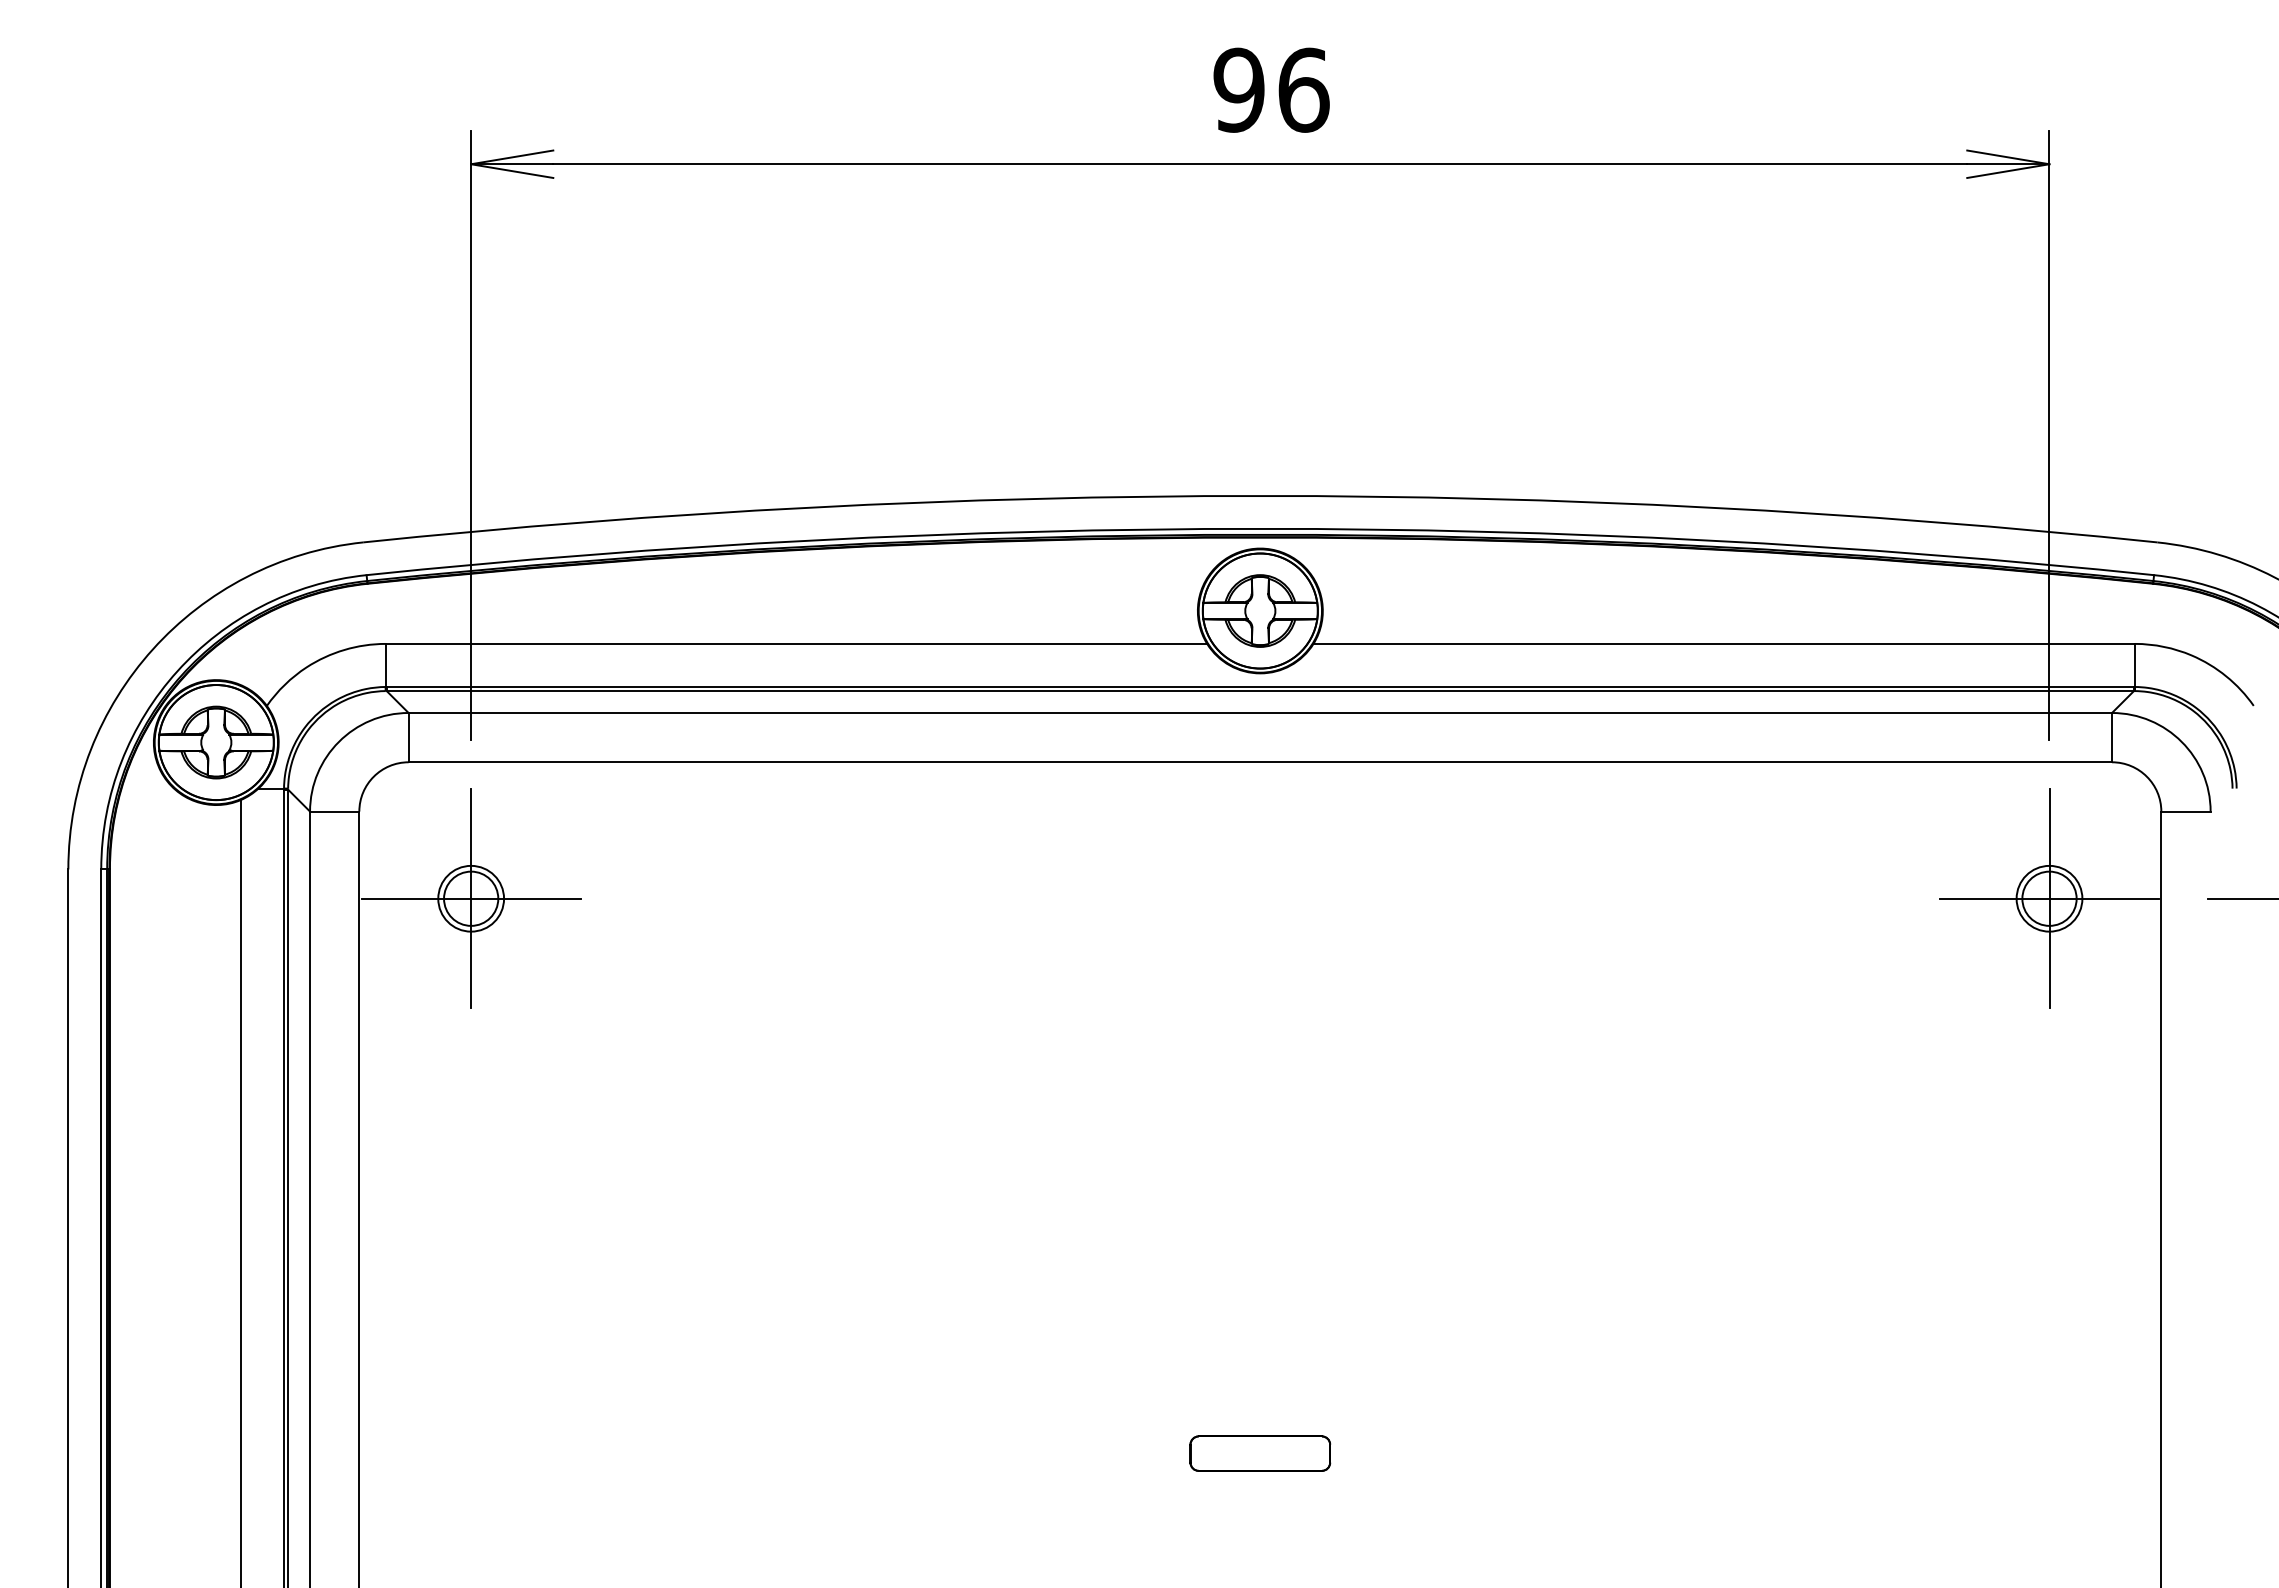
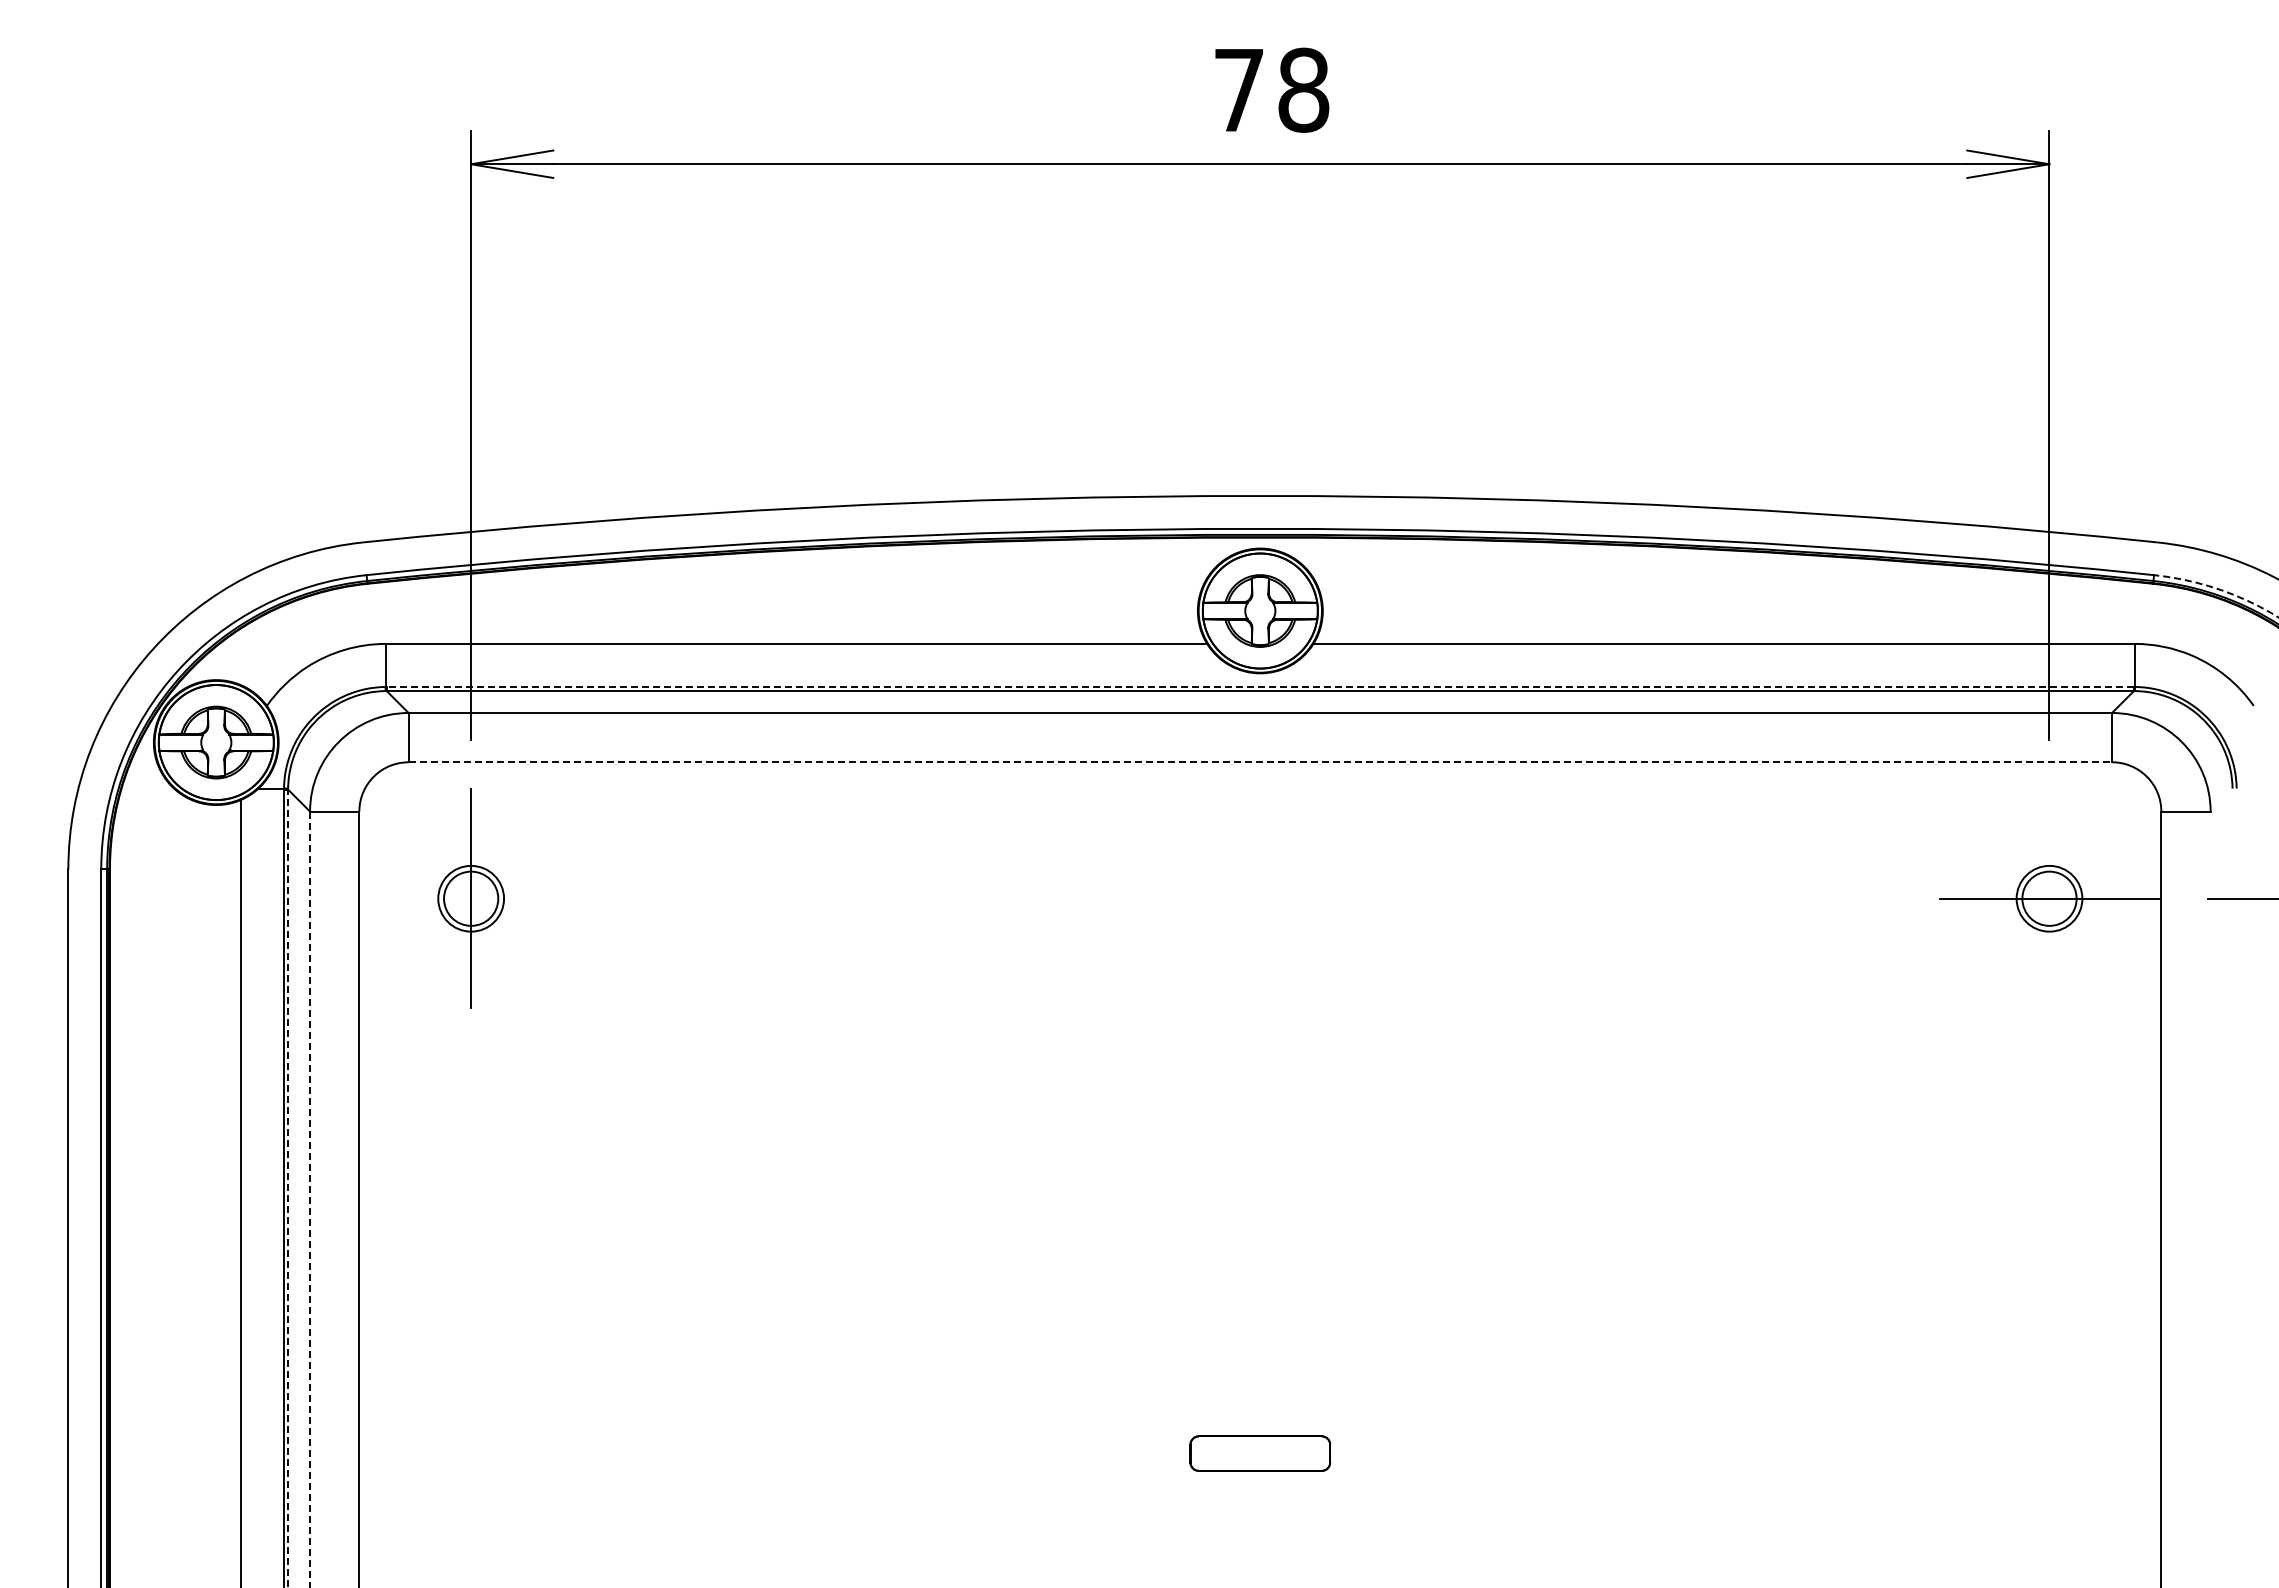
text at (1271, 89): 96 -> 78
arc at (2219, 589): solid -> dashed
line at (1260, 686): solid -> dashed
line at (1260, 762): solid -> dashed
line at (470, 898): present -> none
line at (2049, 898): present -> none
line at (288, 1188): solid -> dashed
line at (310, 1199): solid -> dashed
